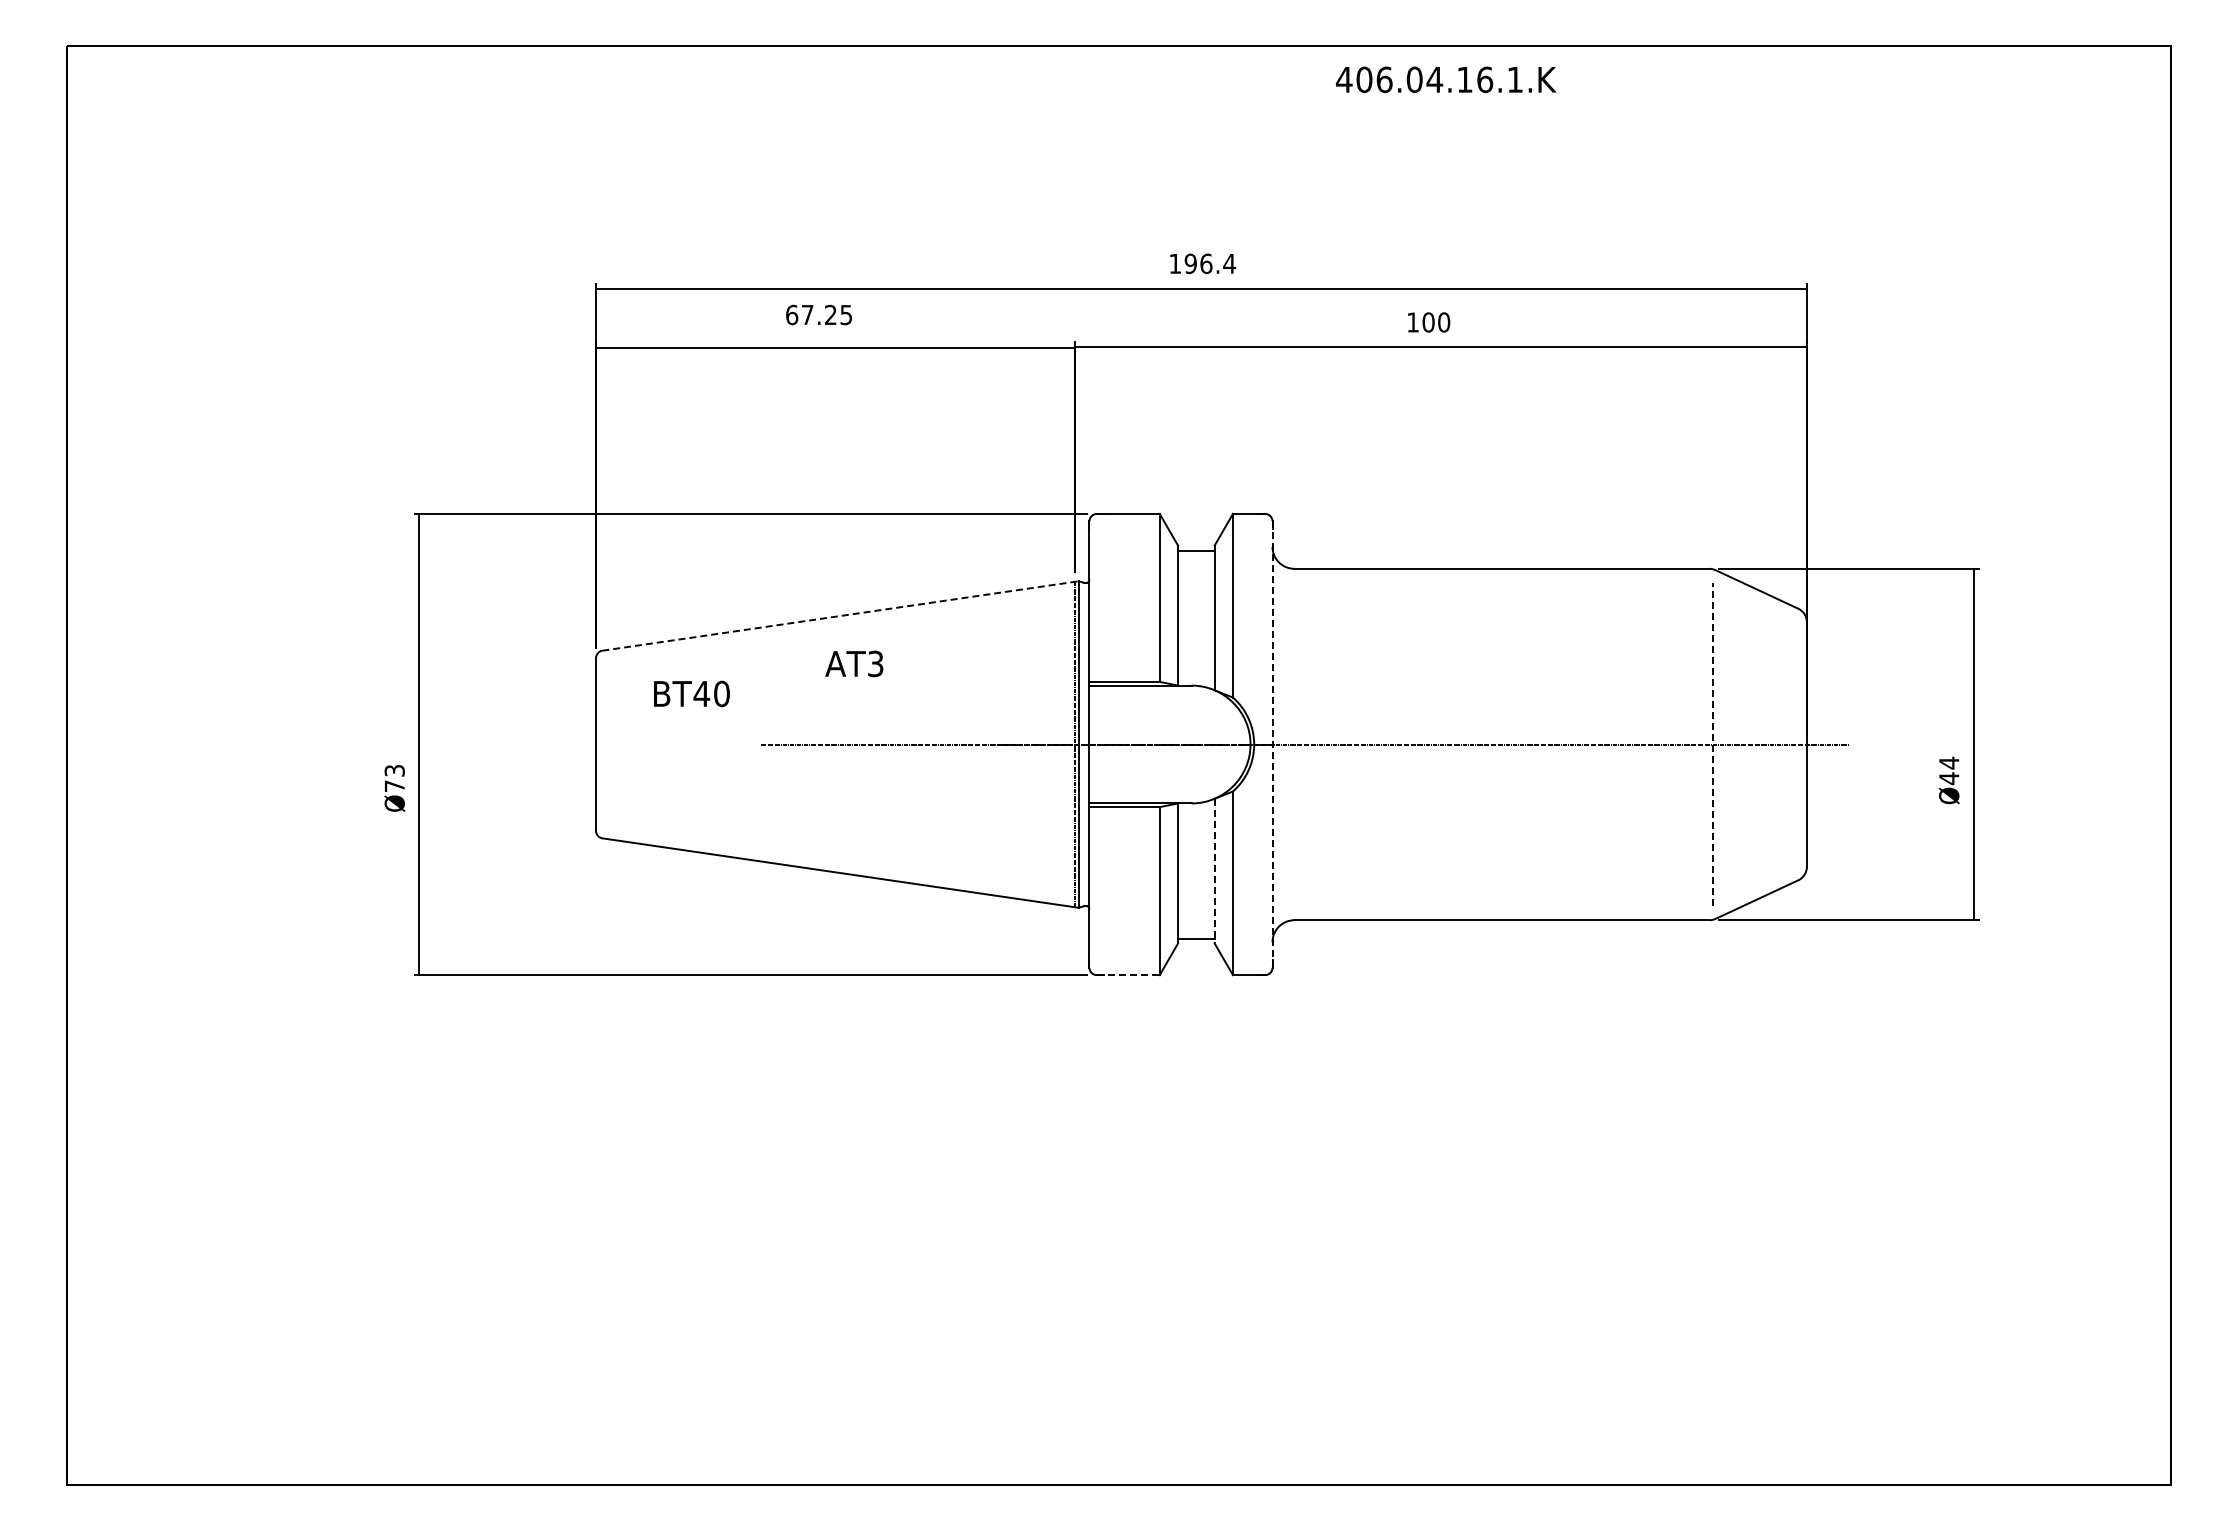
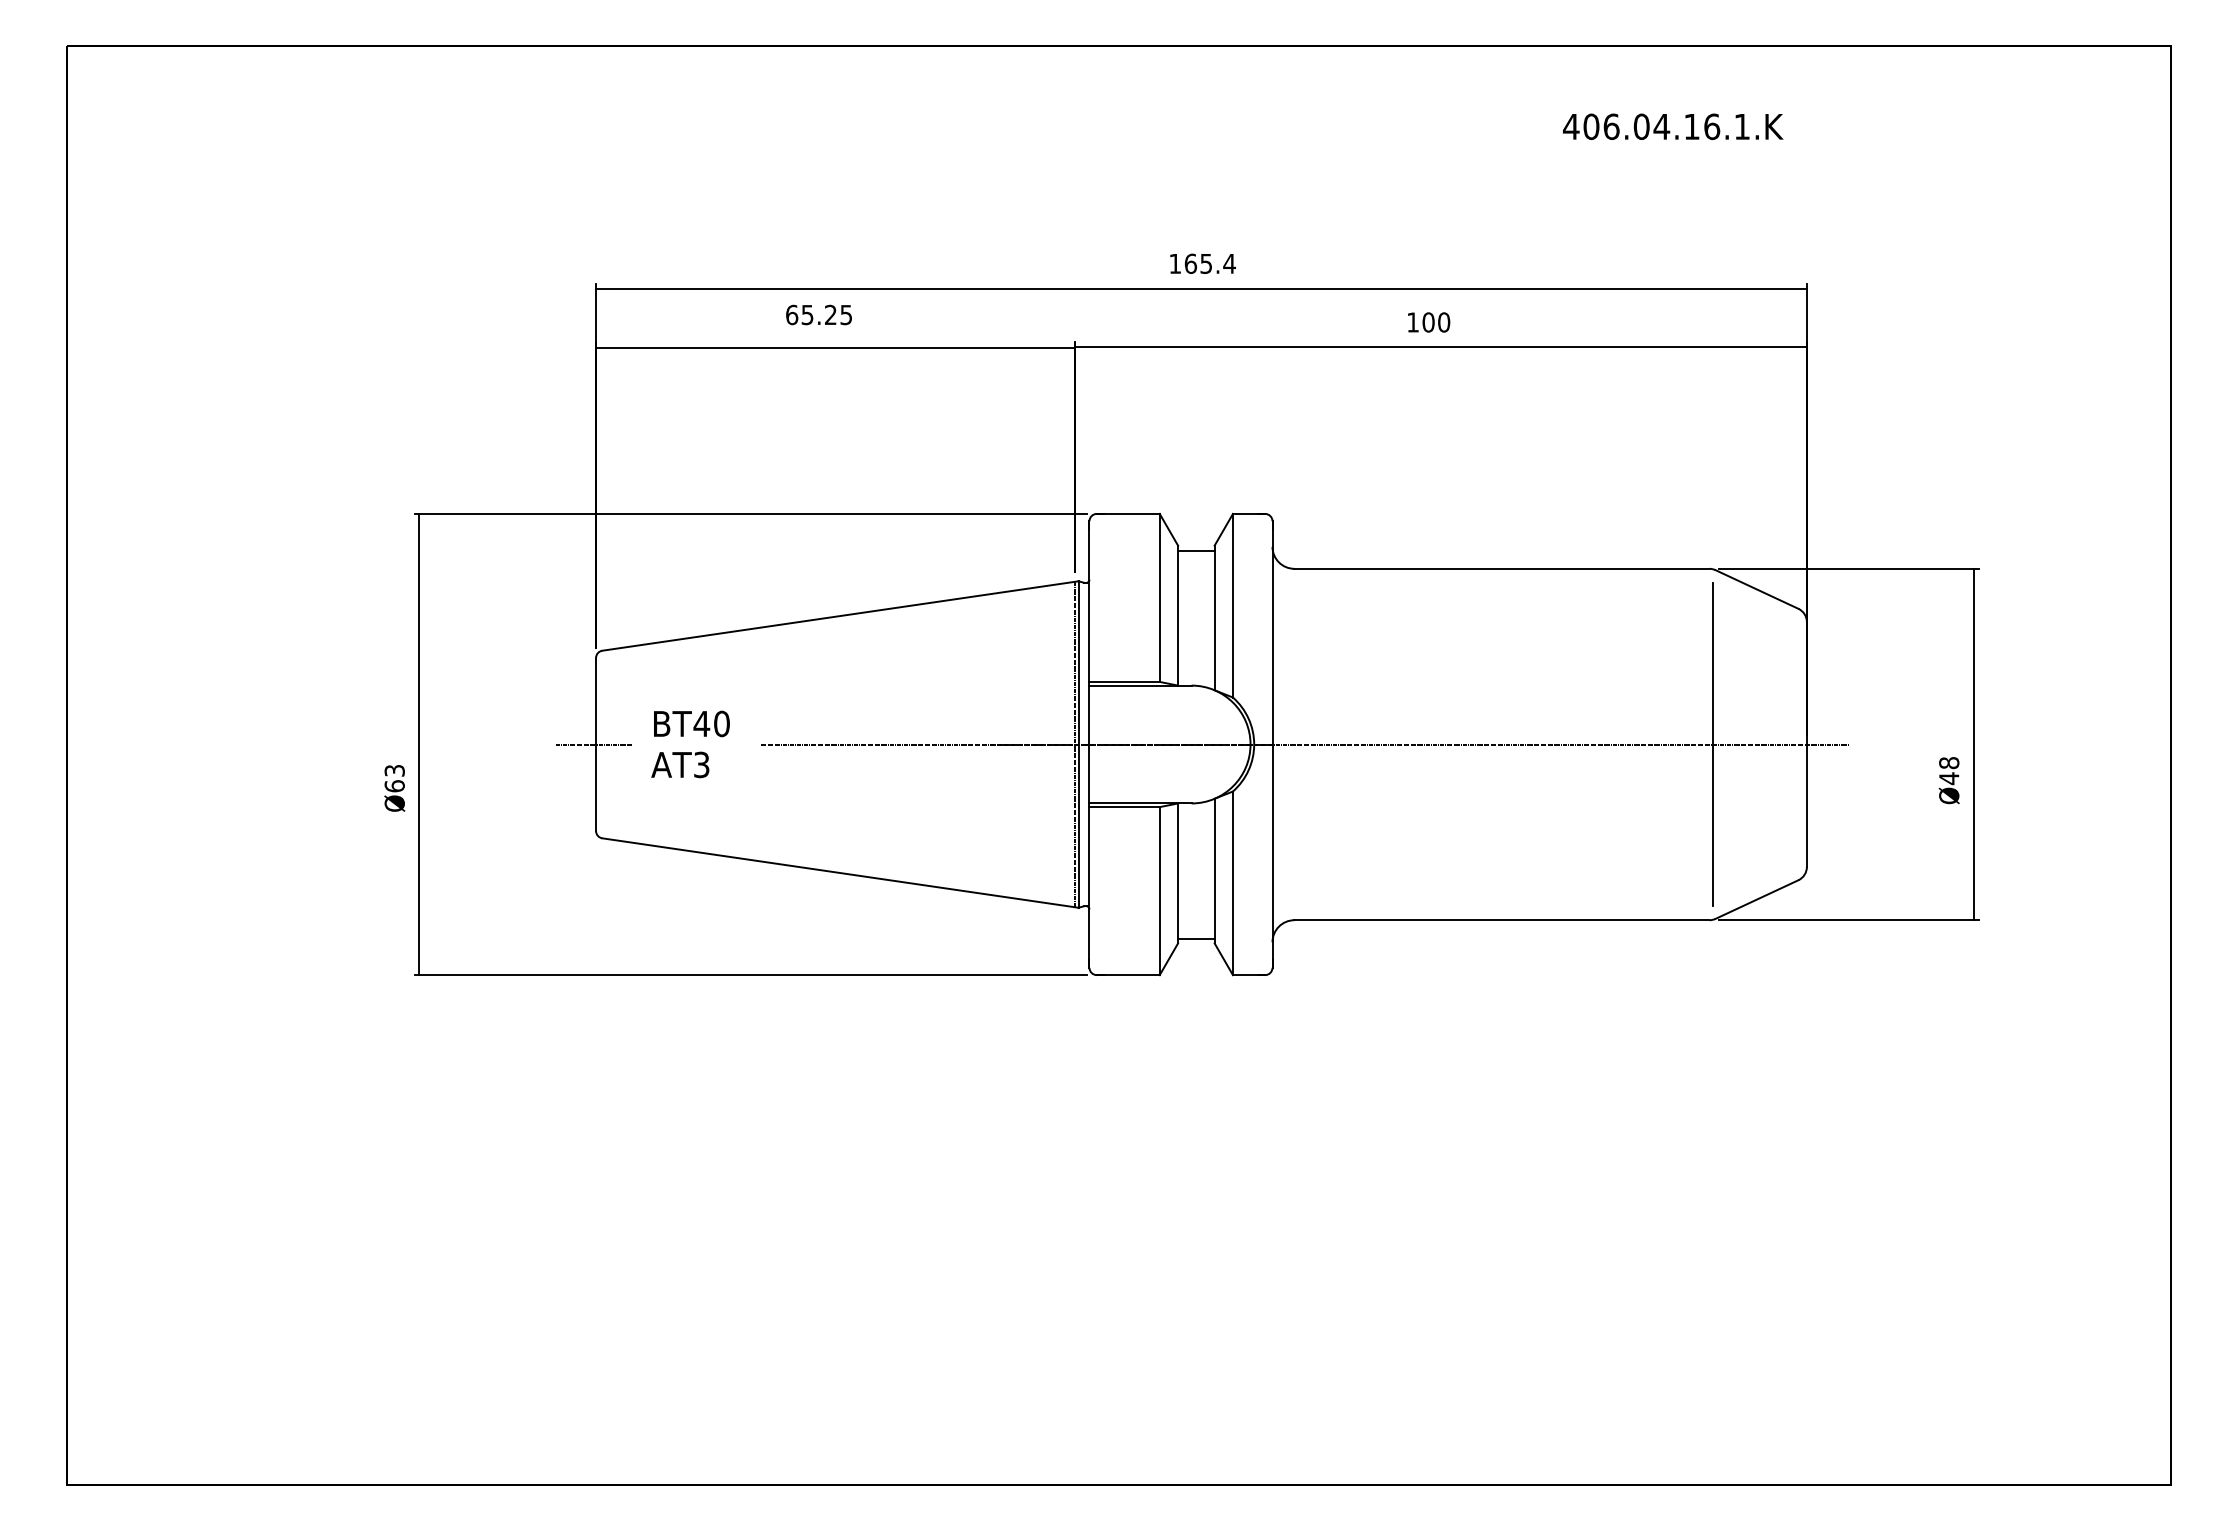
text at (1446, 79) position: (1446, 79) -> (1673, 126)
text at (1198, 263): 196.4 -> 165.4
text at (807, 315): 67.25 -> 65.25
line at (840, 616): dashed -> solid
text at (854, 663) position: (854, 663) -> (680, 764)
text at (691, 693) position: (691, 693) -> (691, 723)
line at (594, 744): none -> present
line at (1712, 744): dashed -> solid
line at (1272, 745): dashed -> solid
text at (1949, 762): Ø44 -> Ø48
text at (394, 786): Ø73 -> Ø63
line at (1214, 871): dashed -> solid
line at (1128, 975): dashed -> solid
